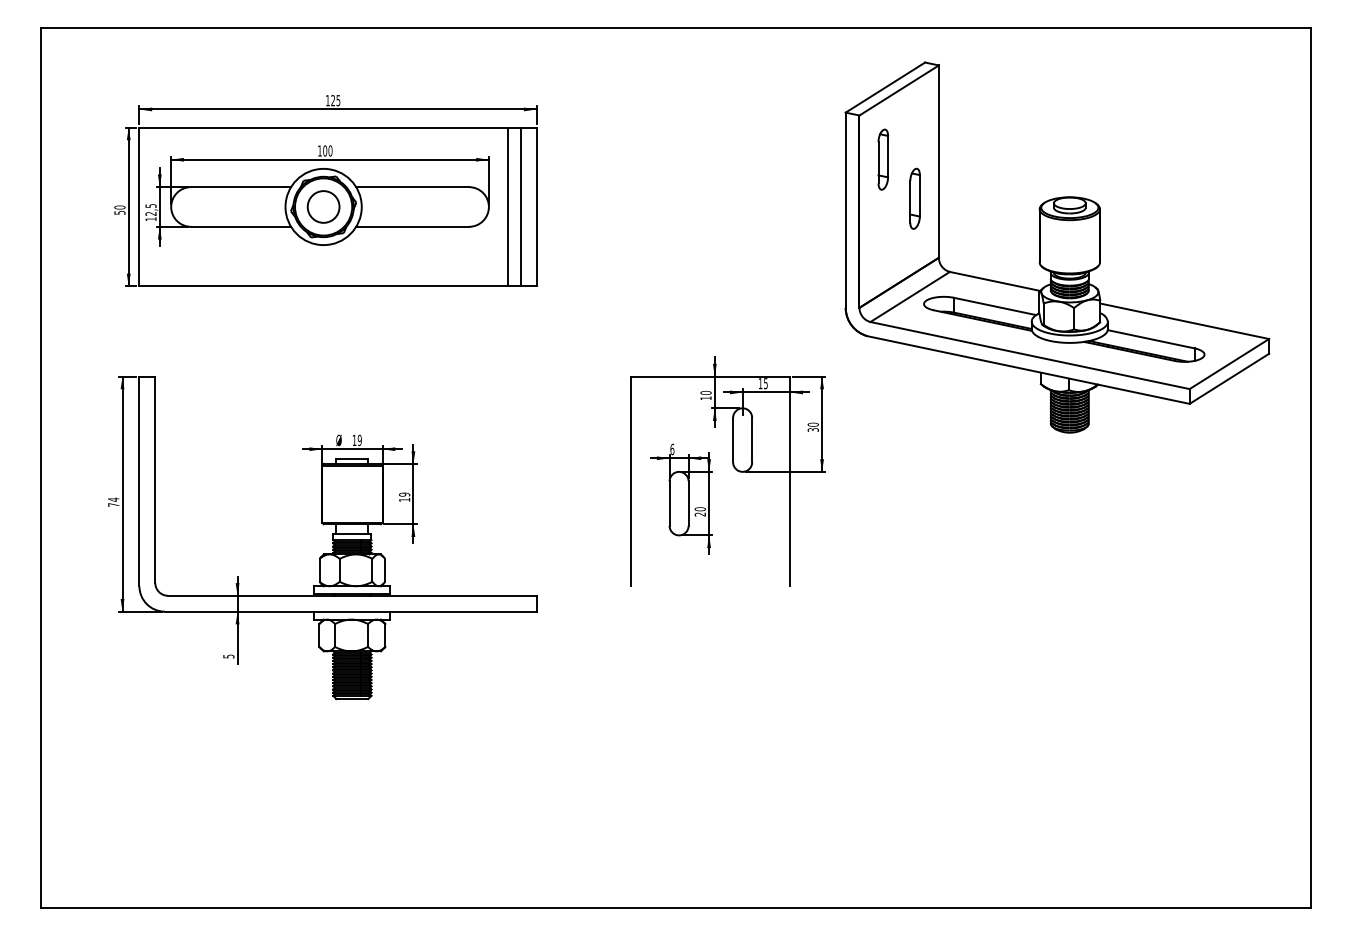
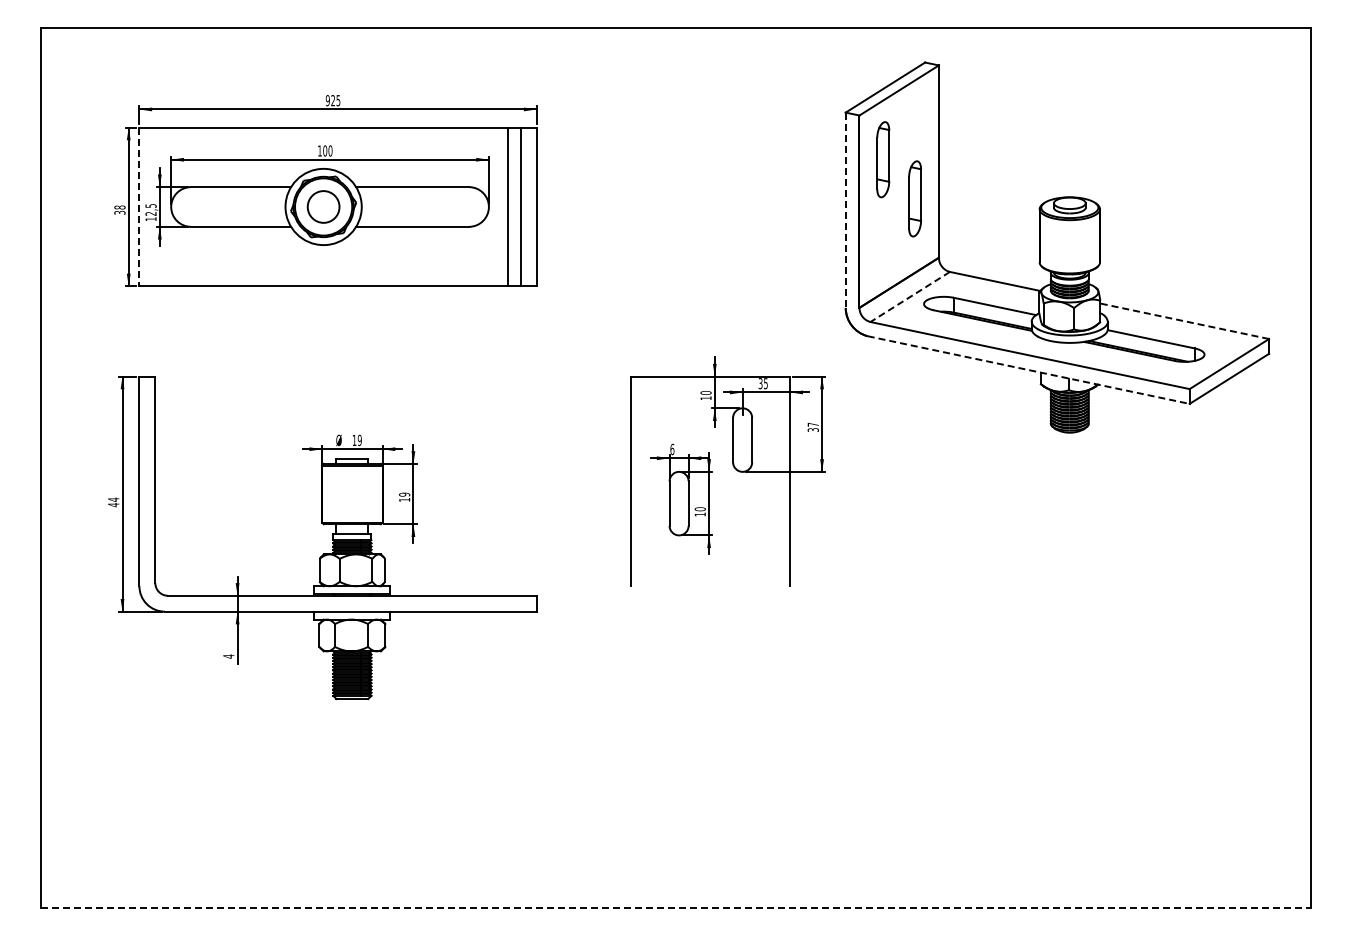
text at (327, 100): 125 -> 925
part at (883, 159) size: 13x63 px -> 15x78 px
part at (914, 198) size: 12x63 px -> 14x78 px
line at (139, 207): solid -> dashed
text at (119, 209): 50 -> 38
line at (845, 210): solid -> dashed
line at (910, 296): solid -> dashed
line at (1184, 321): solid -> dashed
line at (1029, 370): solid -> dashed
text at (760, 383): 15 -> 35
text at (812, 424): 30 -> 37
text at (113, 505): 74 -> 44
text at (699, 514): 20 -> 10
text at (228, 656): 5 -> 4
line at (676, 908): solid -> dashed
